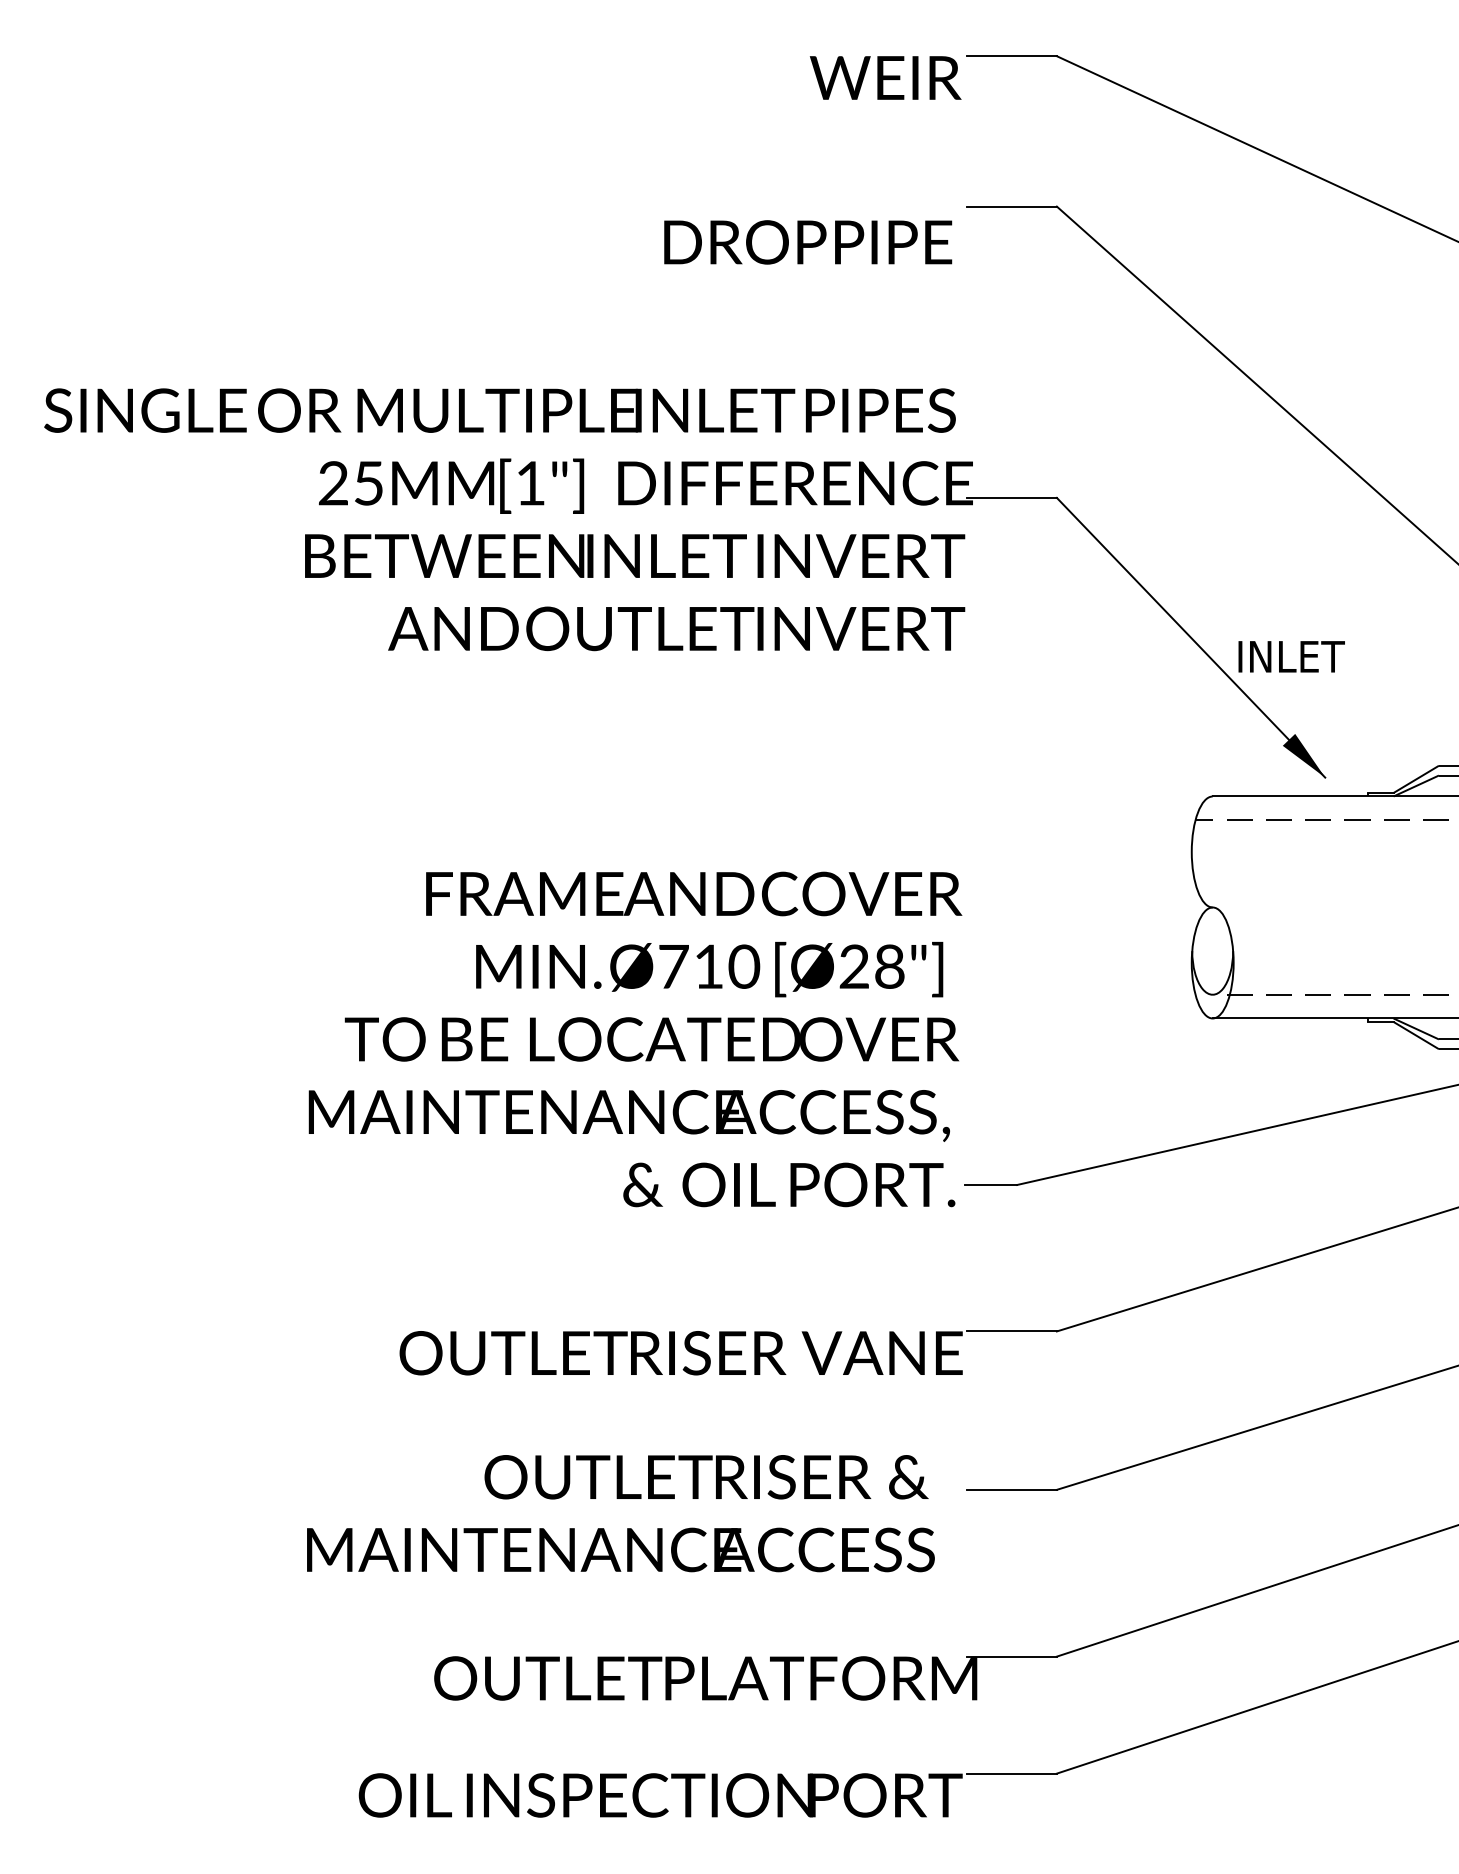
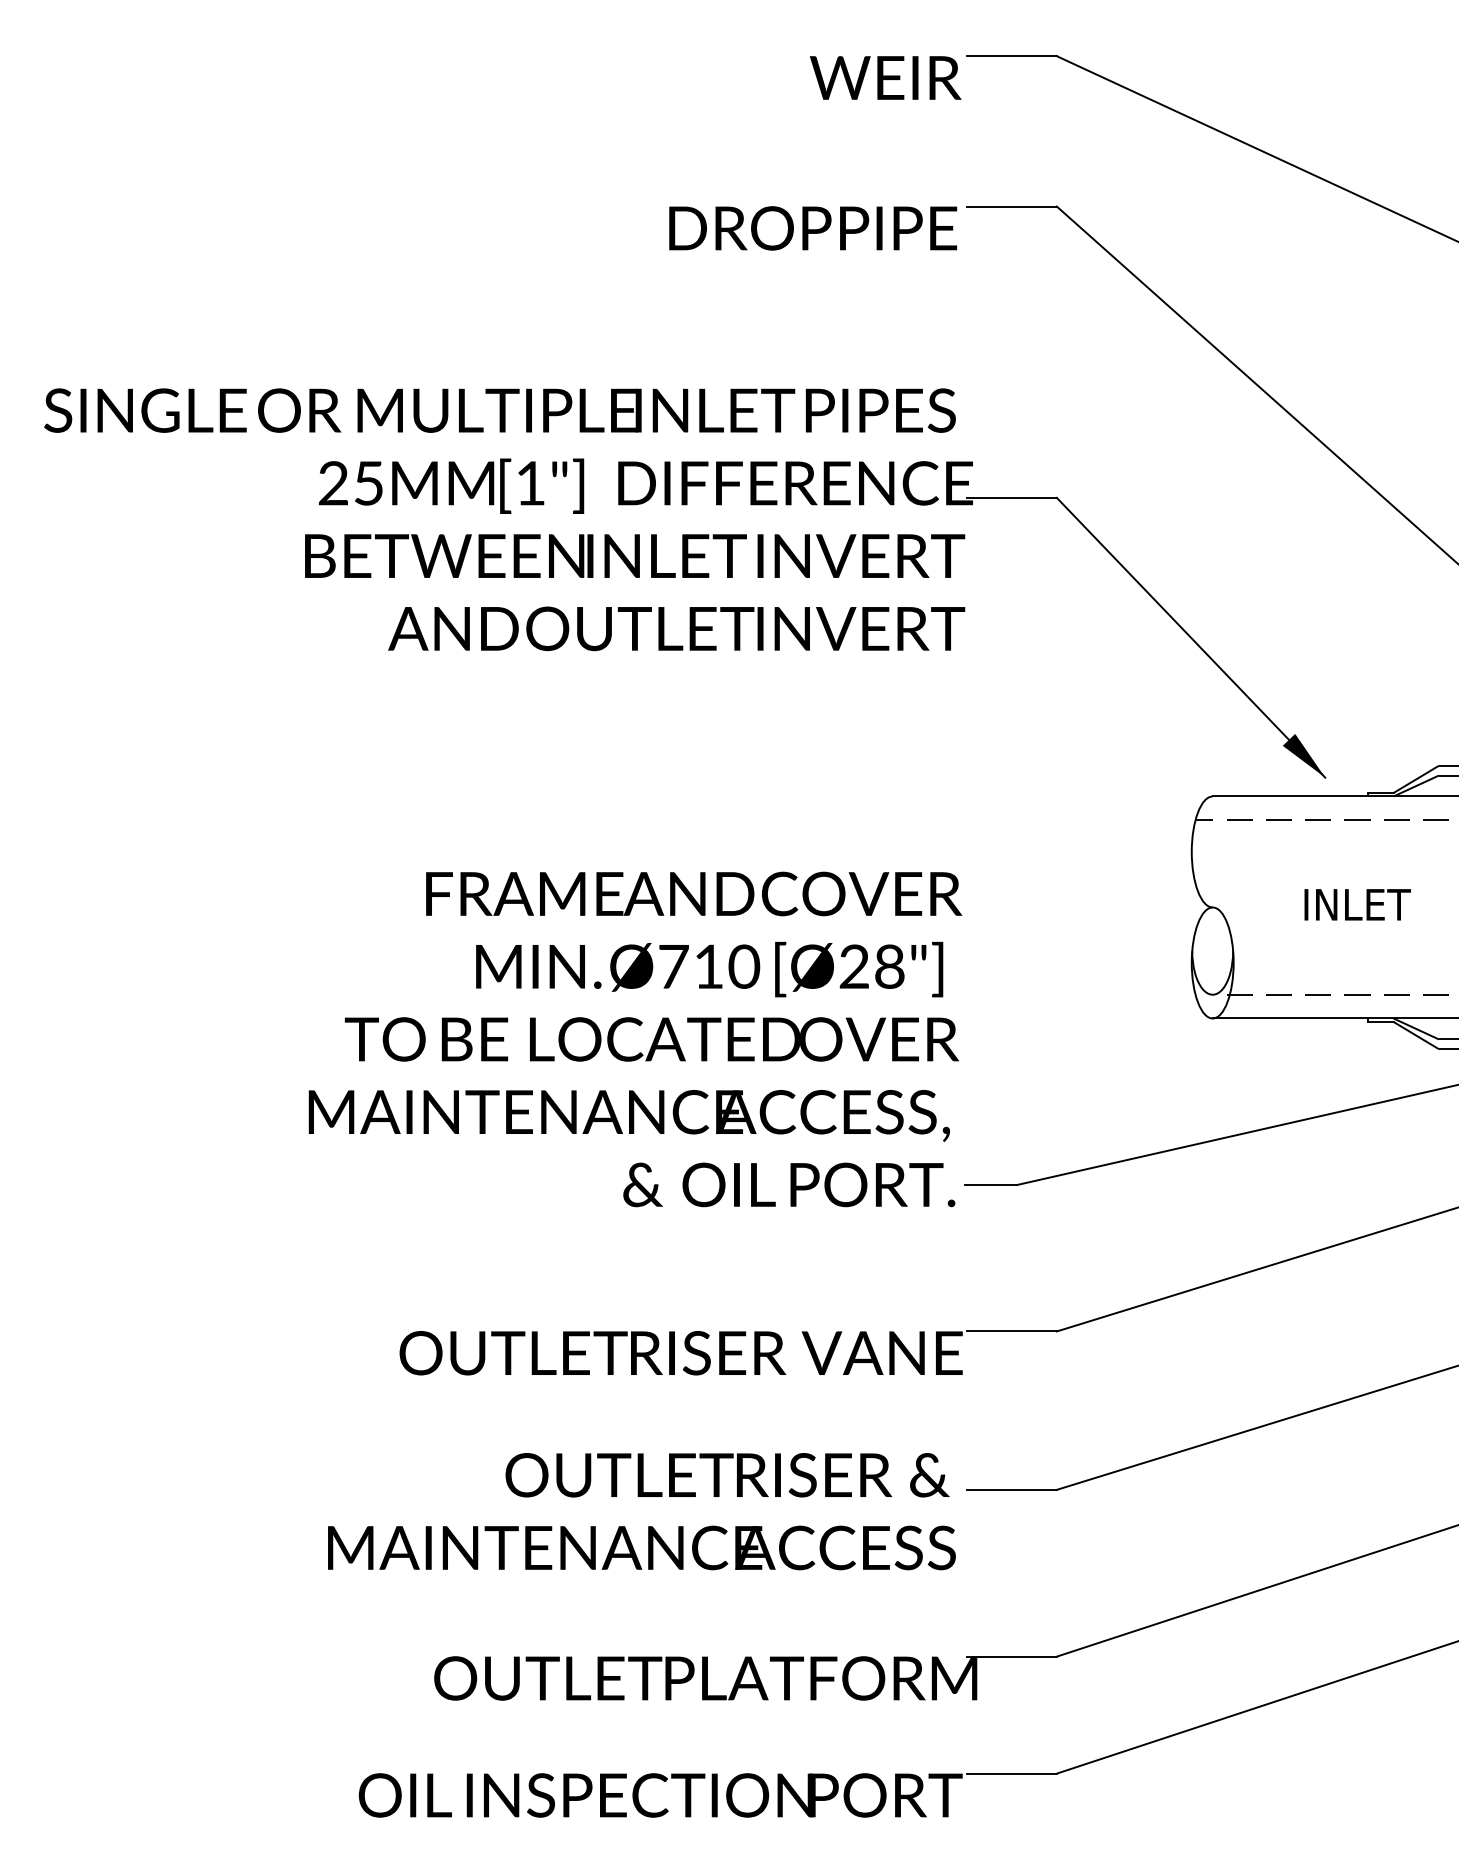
text at (808, 242) position: (808, 242) -> (813, 228)
text at (1291, 656) position: (1291, 656) -> (1357, 904)
text at (620, 1513) position: (620, 1513) -> (641, 1511)
